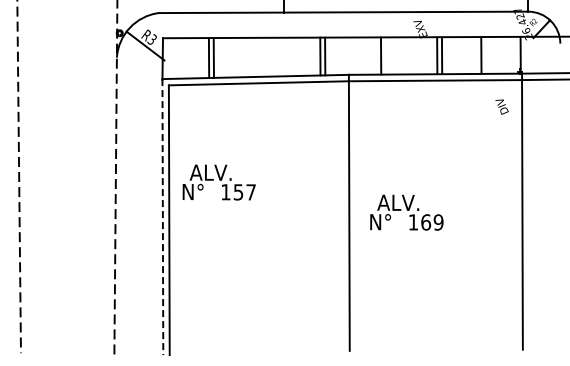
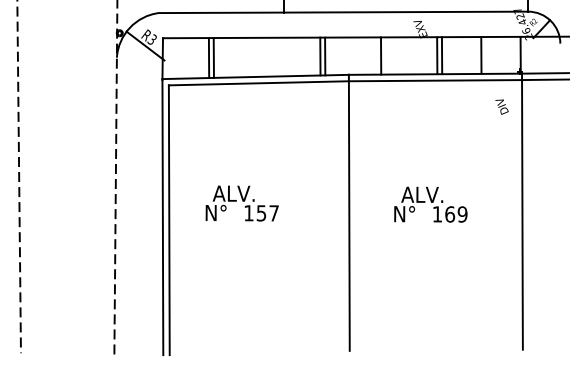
text at (218, 182) position: (218, 182) -> (241, 203)
text at (406, 212) position: (406, 212) -> (430, 204)
line at (162, 217): dashed -> solid
